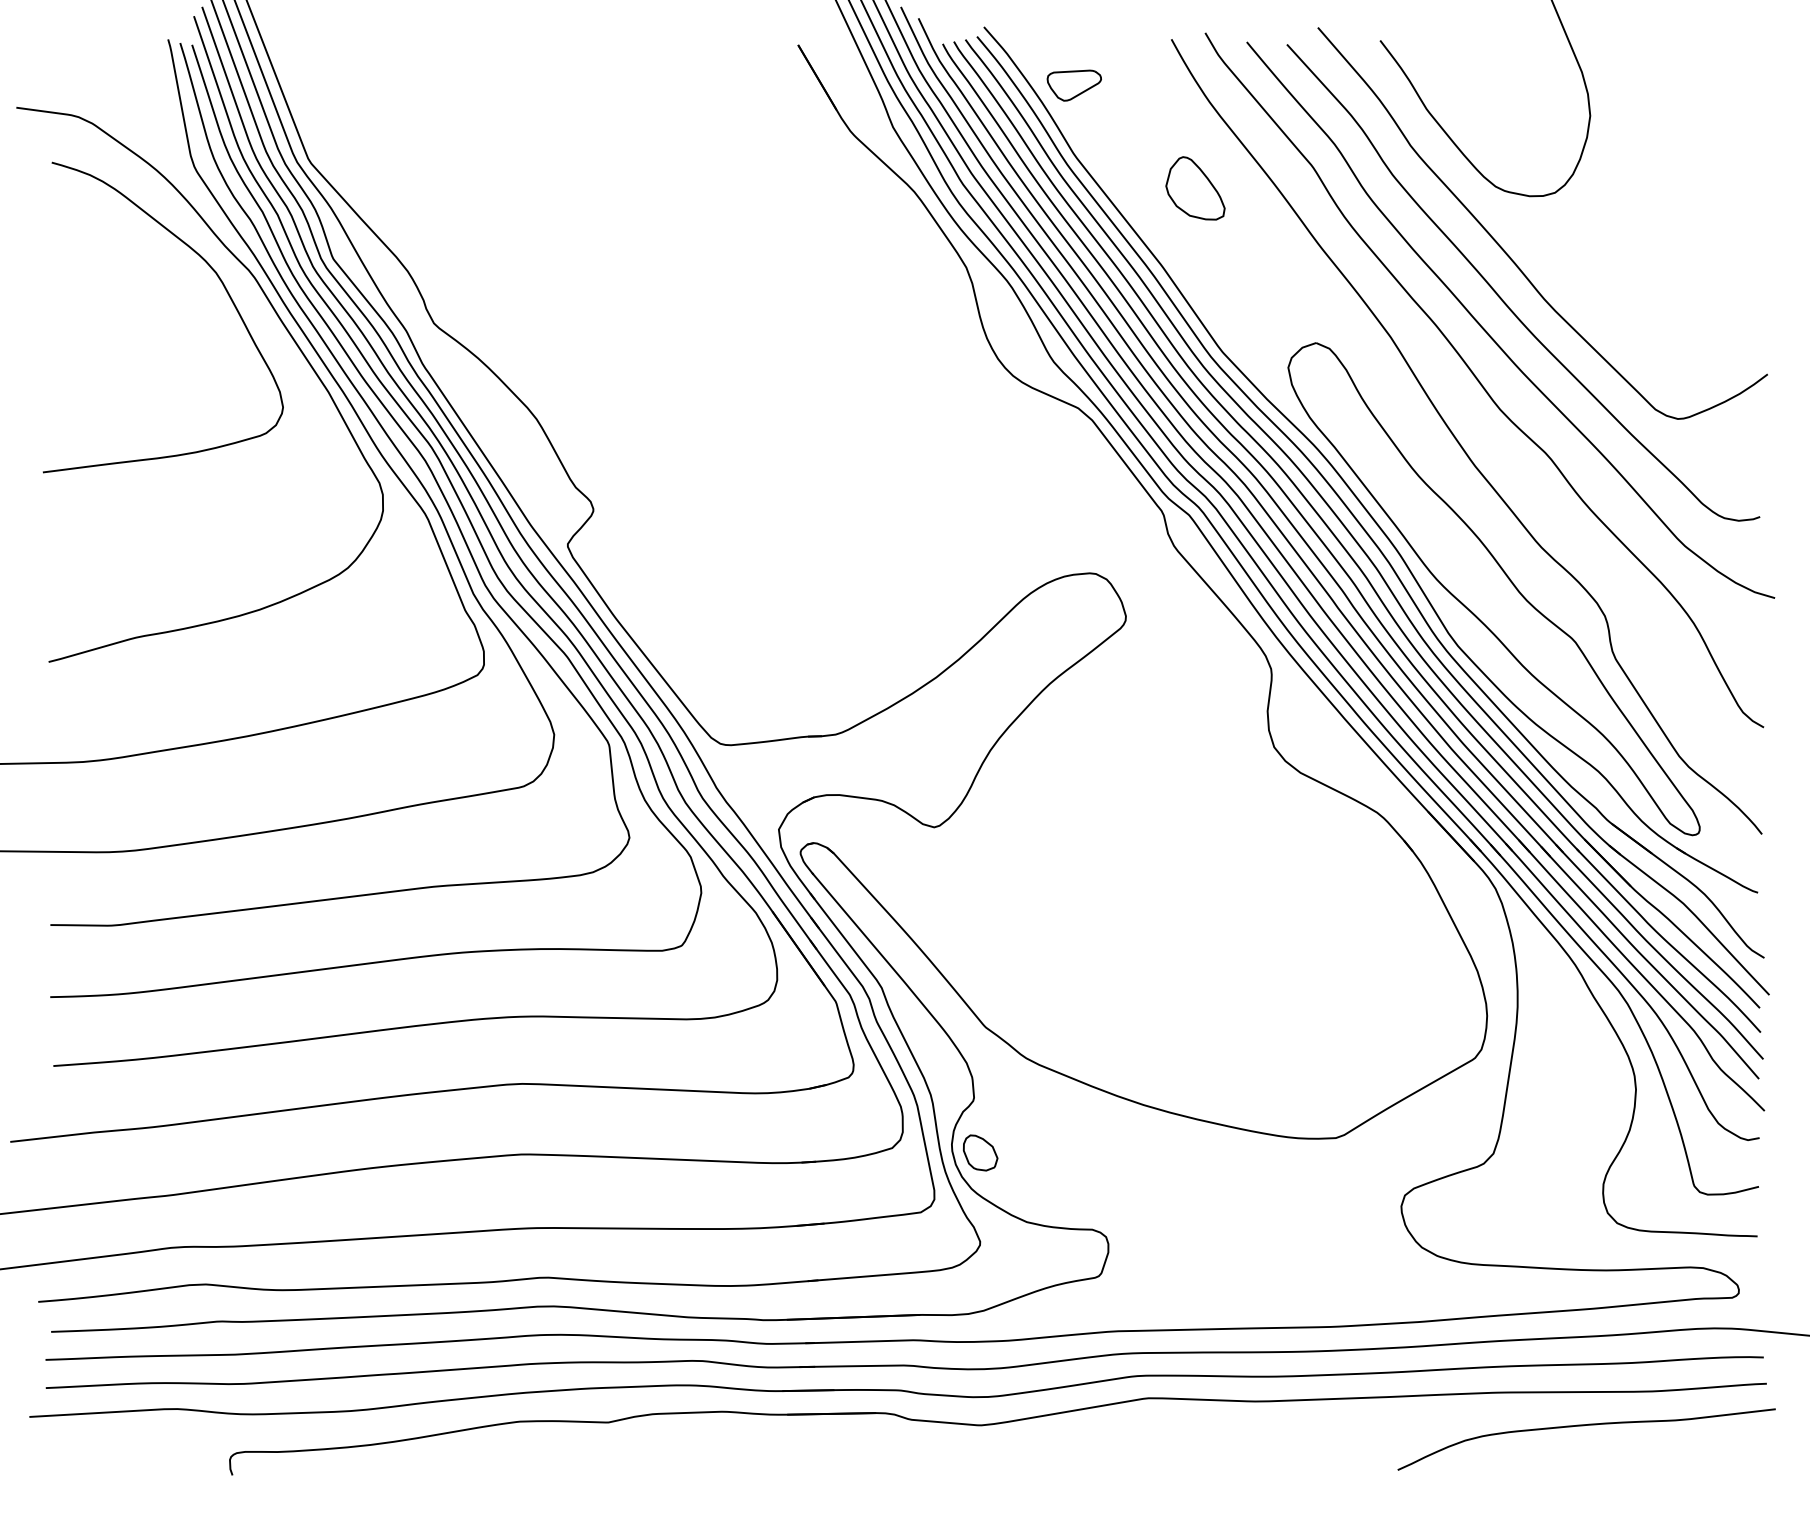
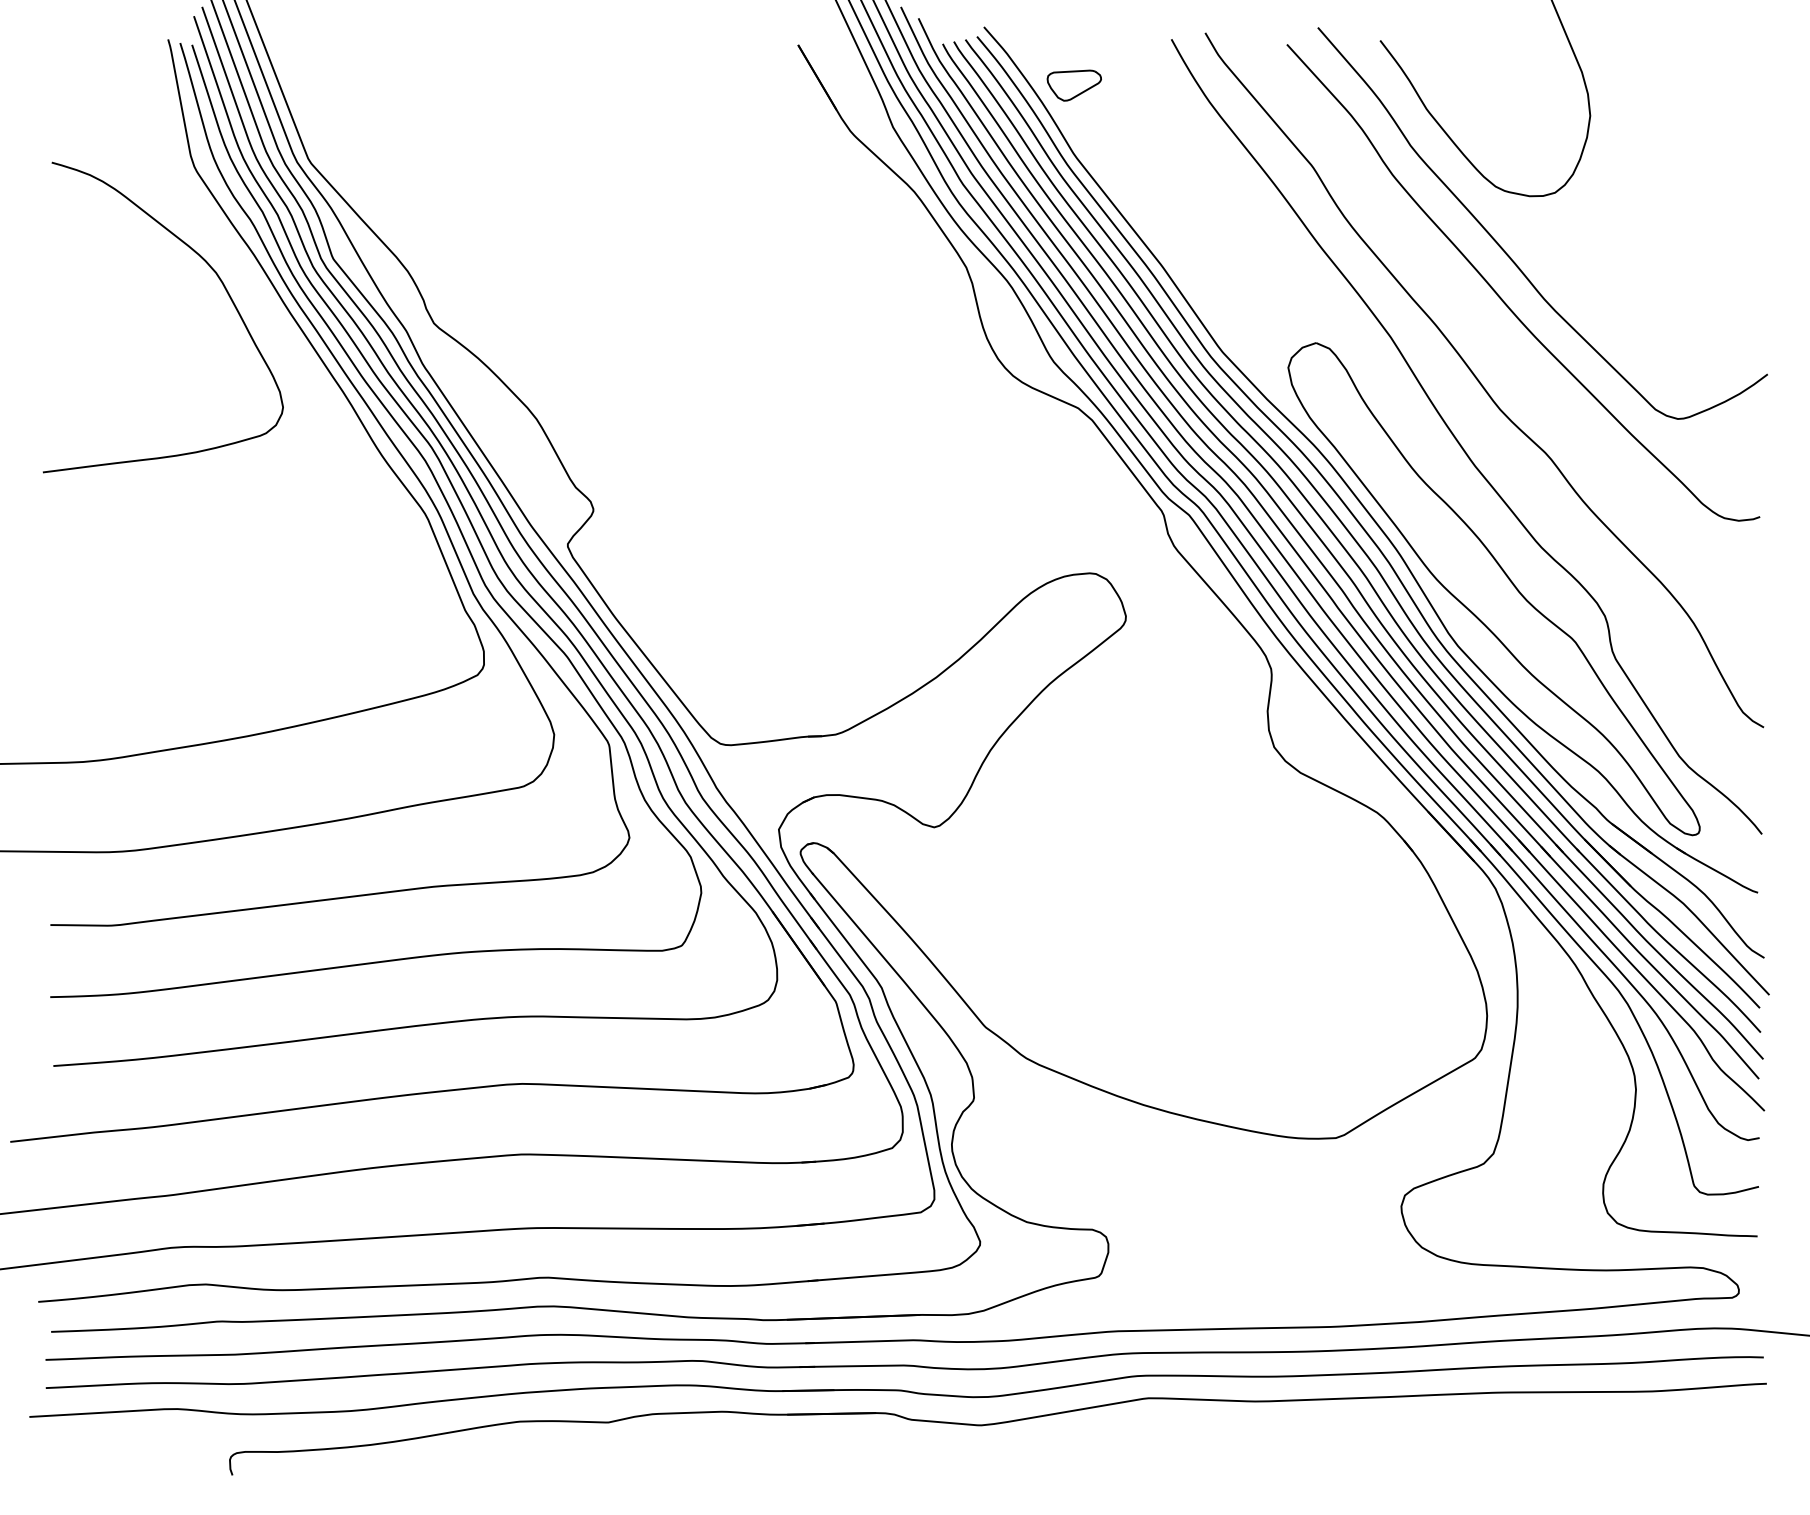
part at (1195, 188): present -> none
curve at (283, 326): present -> none
curve at (1492, 337): present -> none
part at (980, 1152): present -> none
curve at (1584, 1426): present -> none
